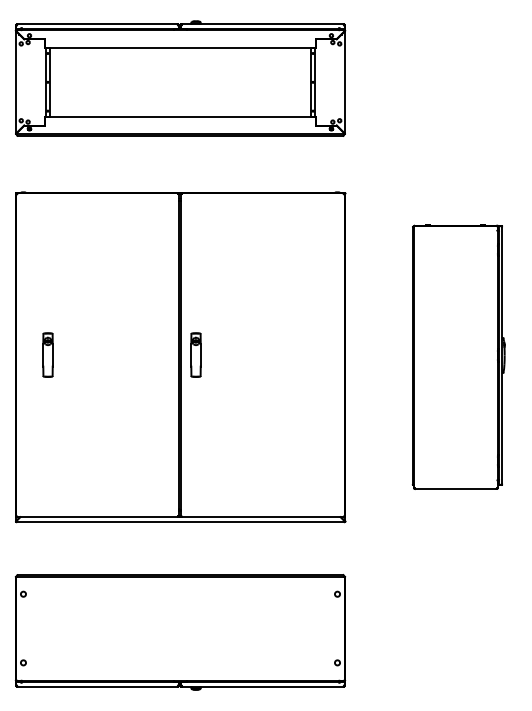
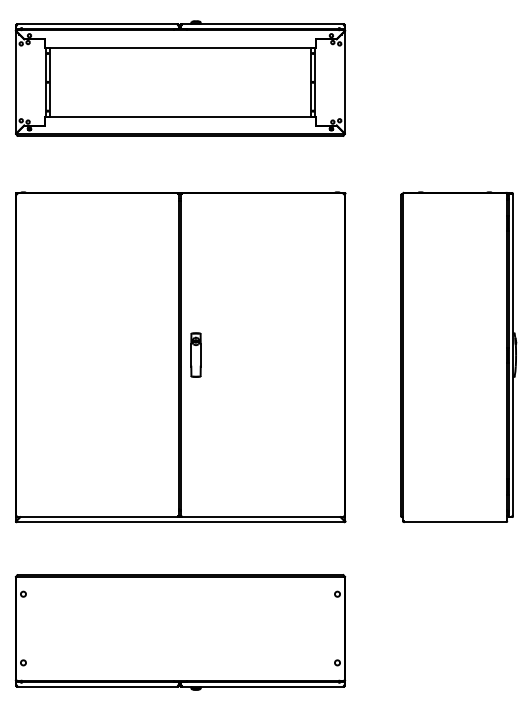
part at (47, 354): present -> none
part at (458, 356) size: 95x266 px -> 118x332 px
